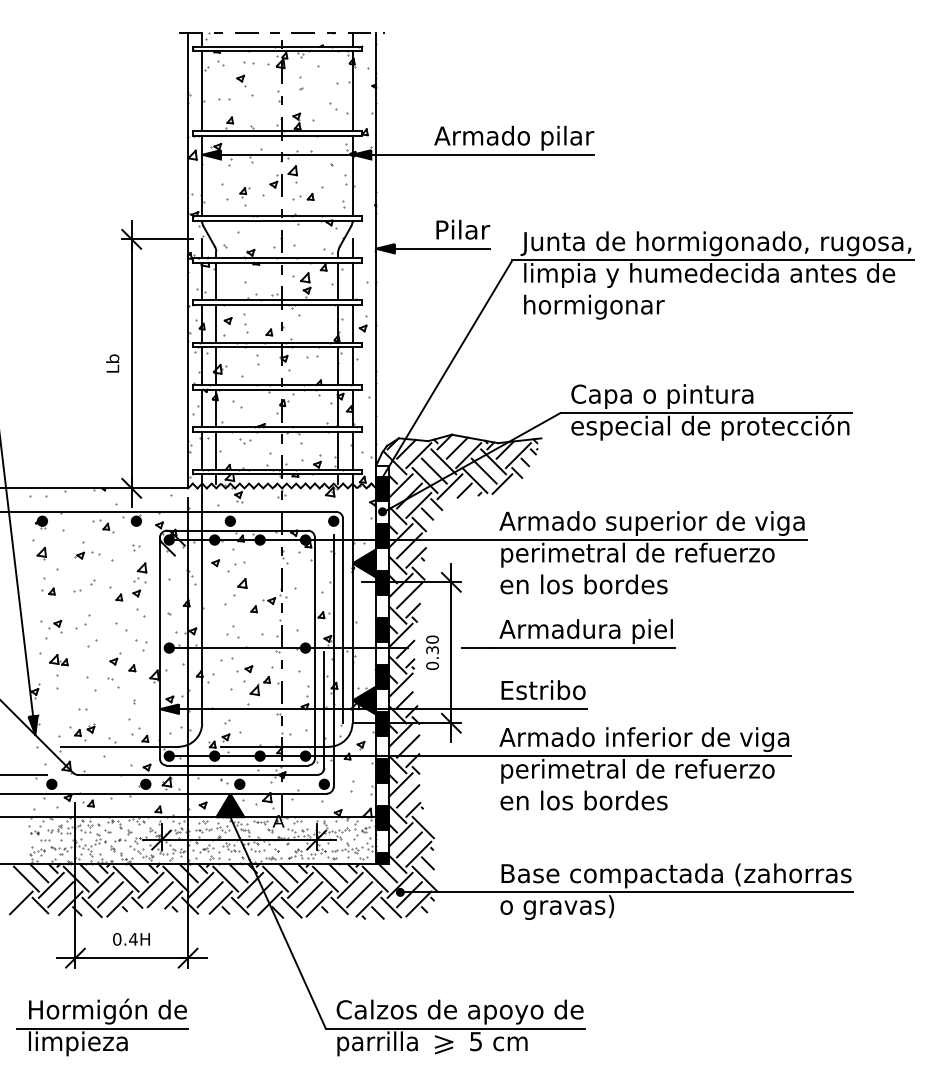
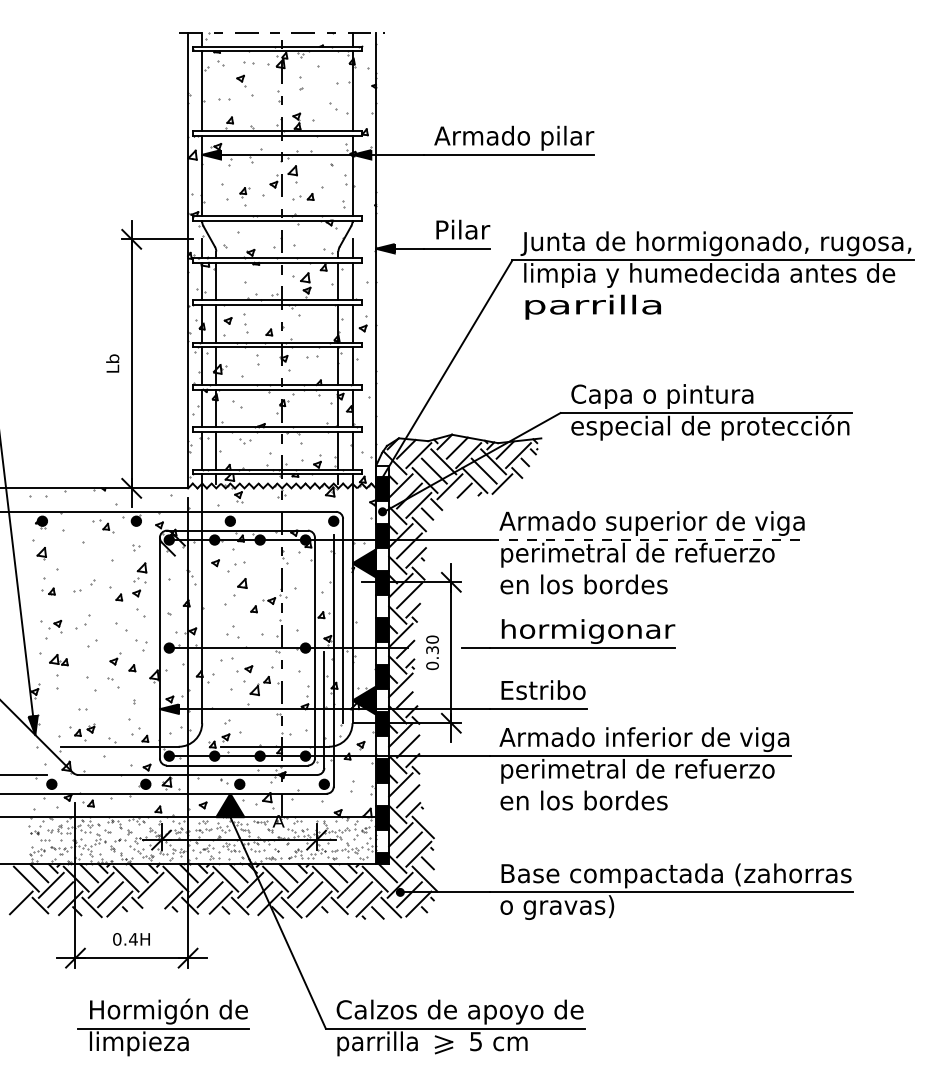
text at (594, 306): hormigonar -> parrilla
line at (648, 540): solid -> dashed
part at (87, 555): present -> none
text at (587, 631): Armadura piel -> hormigonar
line at (159, 894): present -> none
part at (102, 1027) position: (102, 1027) -> (163, 1027)
